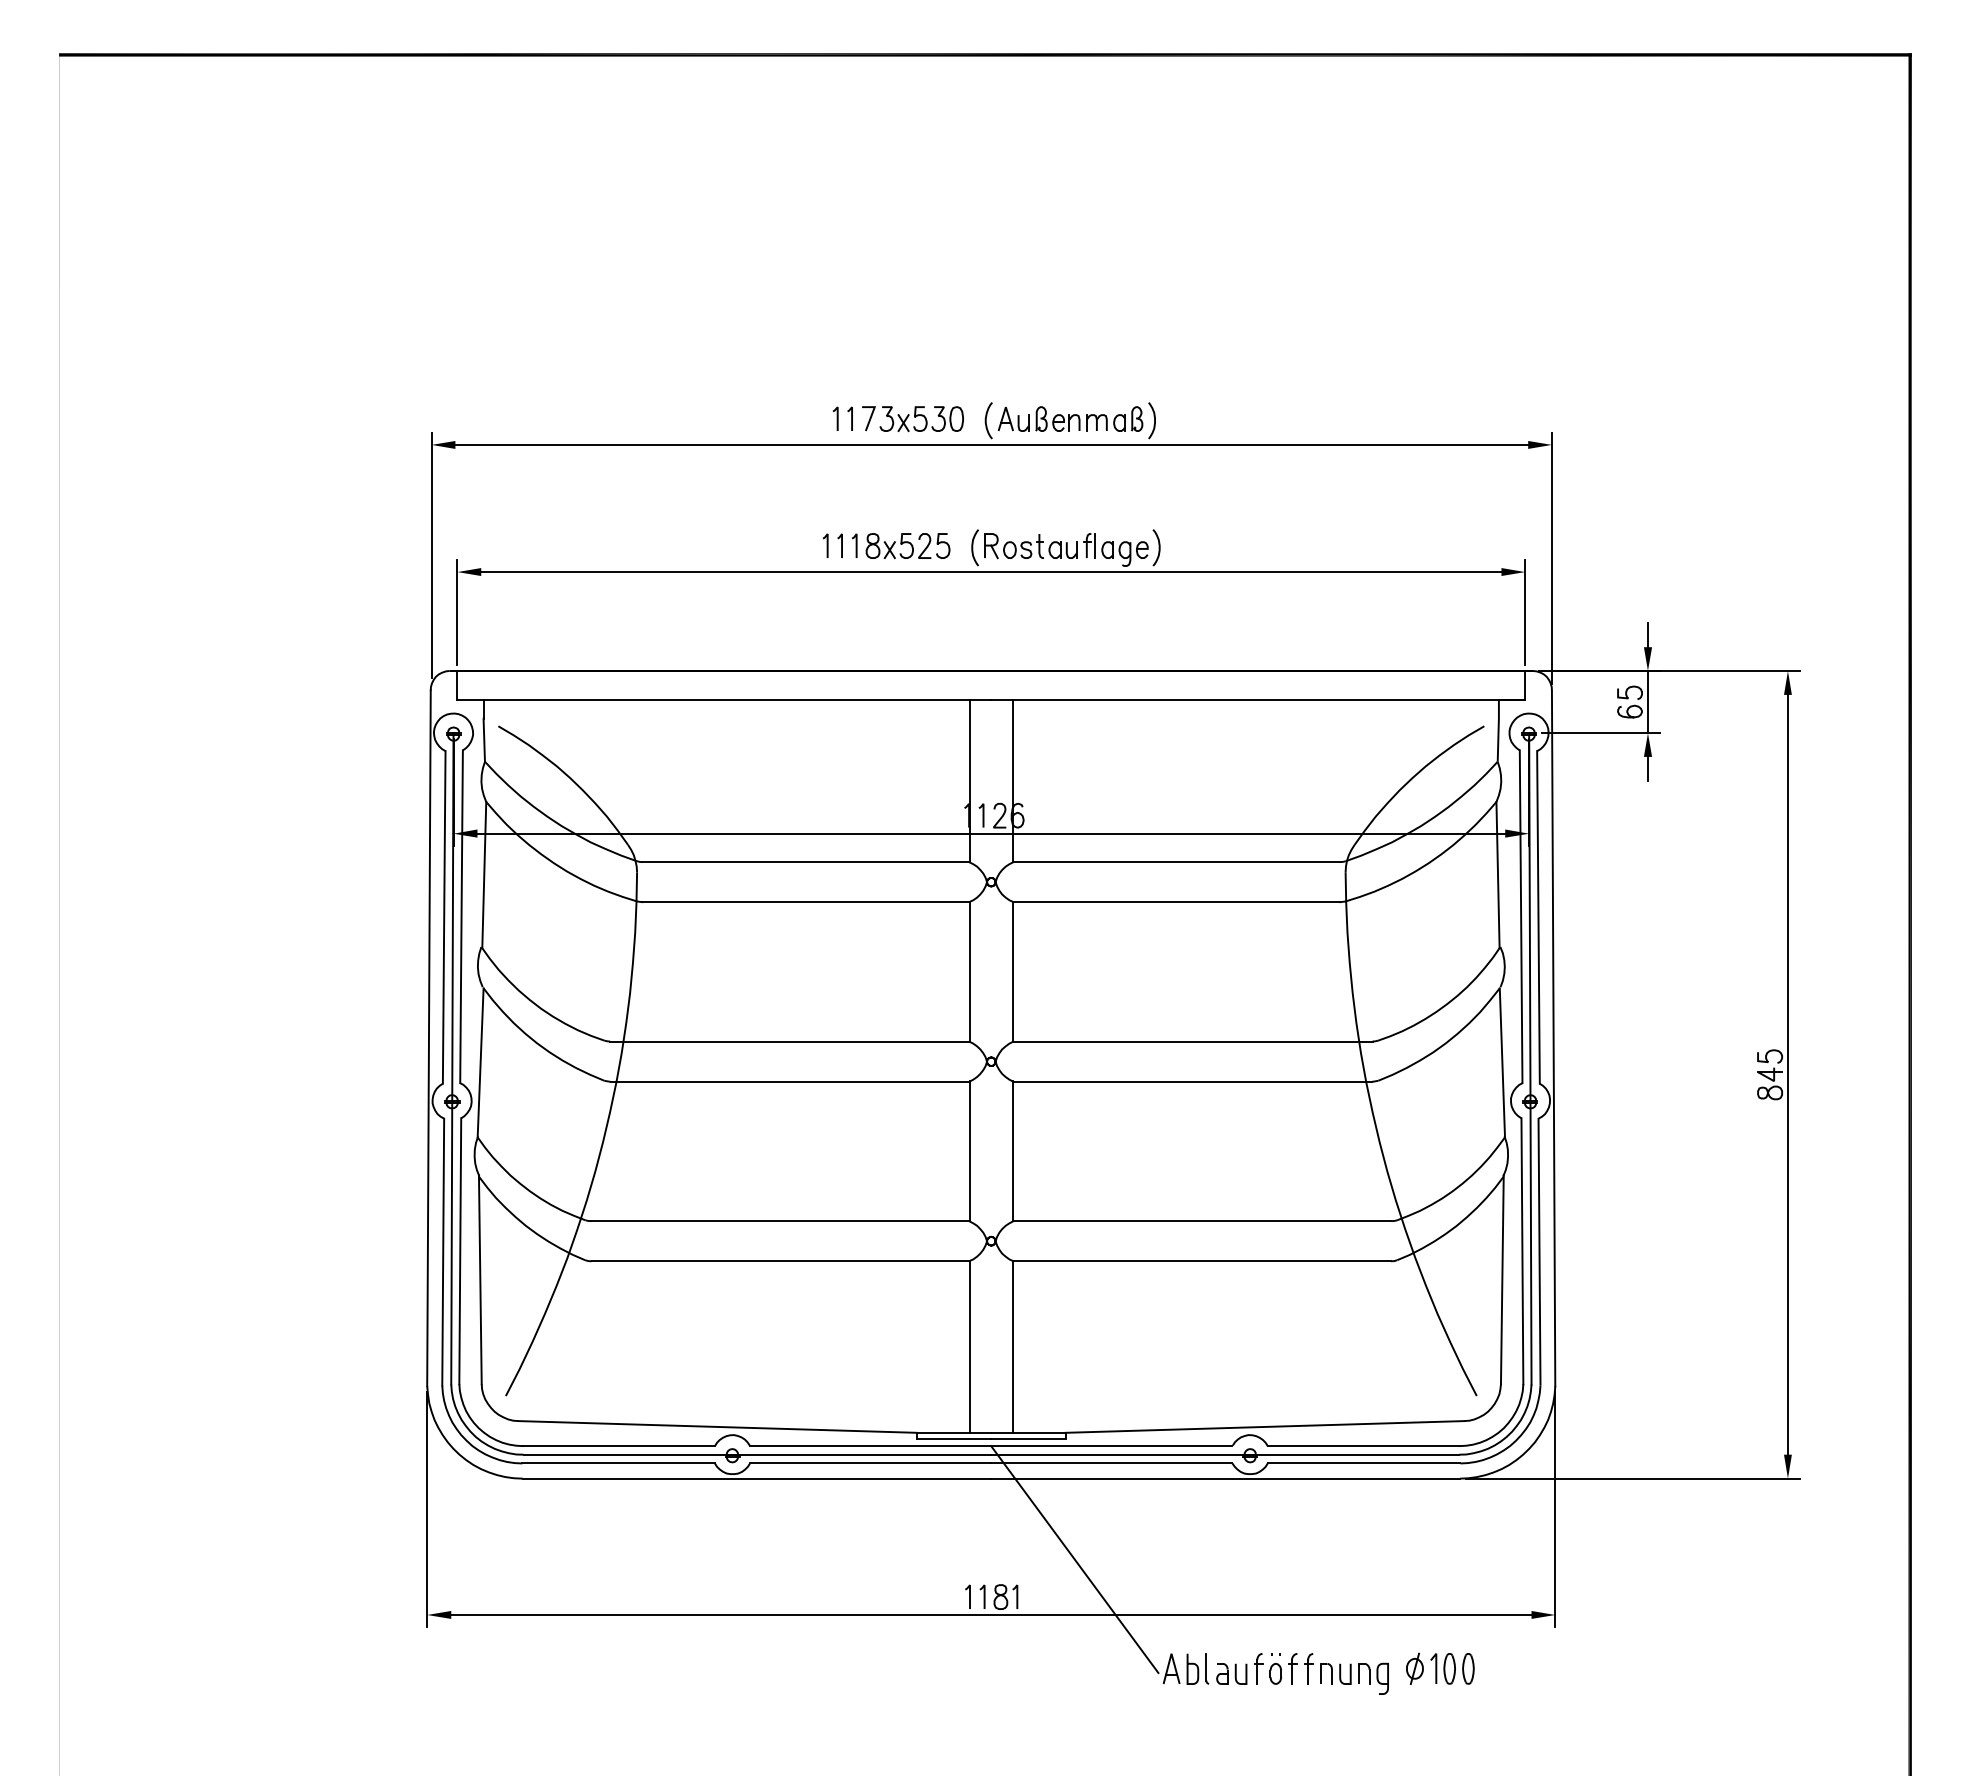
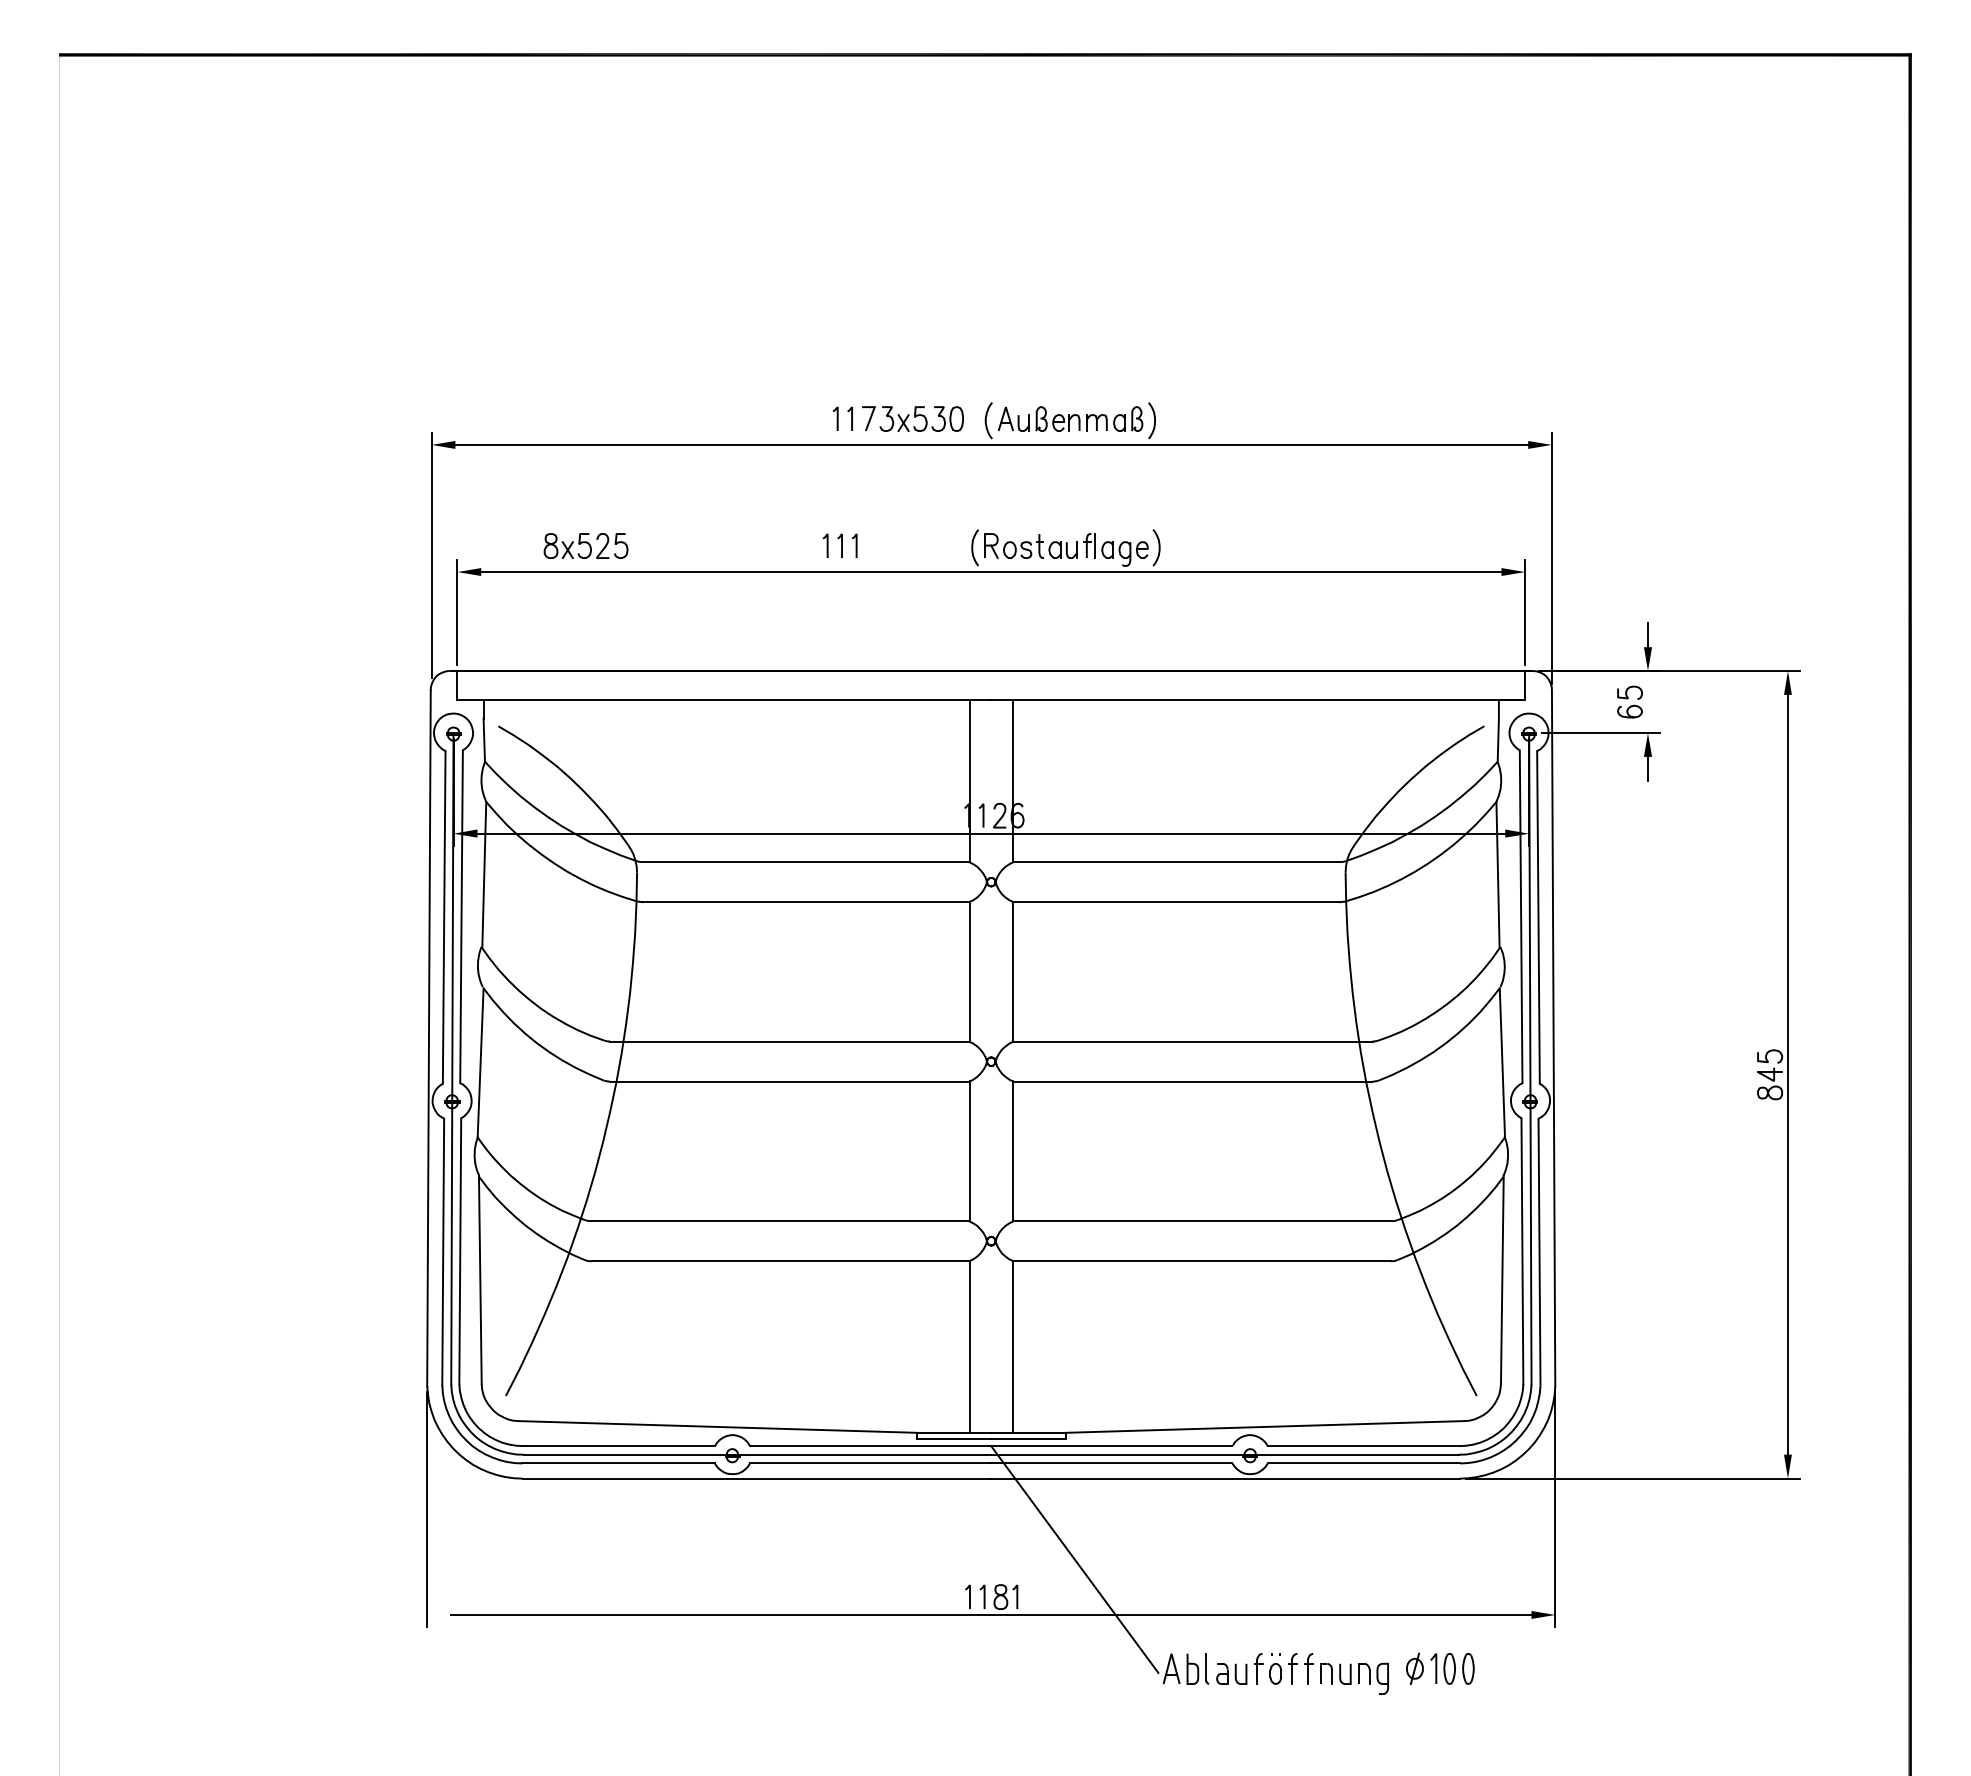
part at (907, 546) position: (907, 546) -> (585, 546)
line at (1647, 701): present -> none
fill at (439, 1614): present -> none
